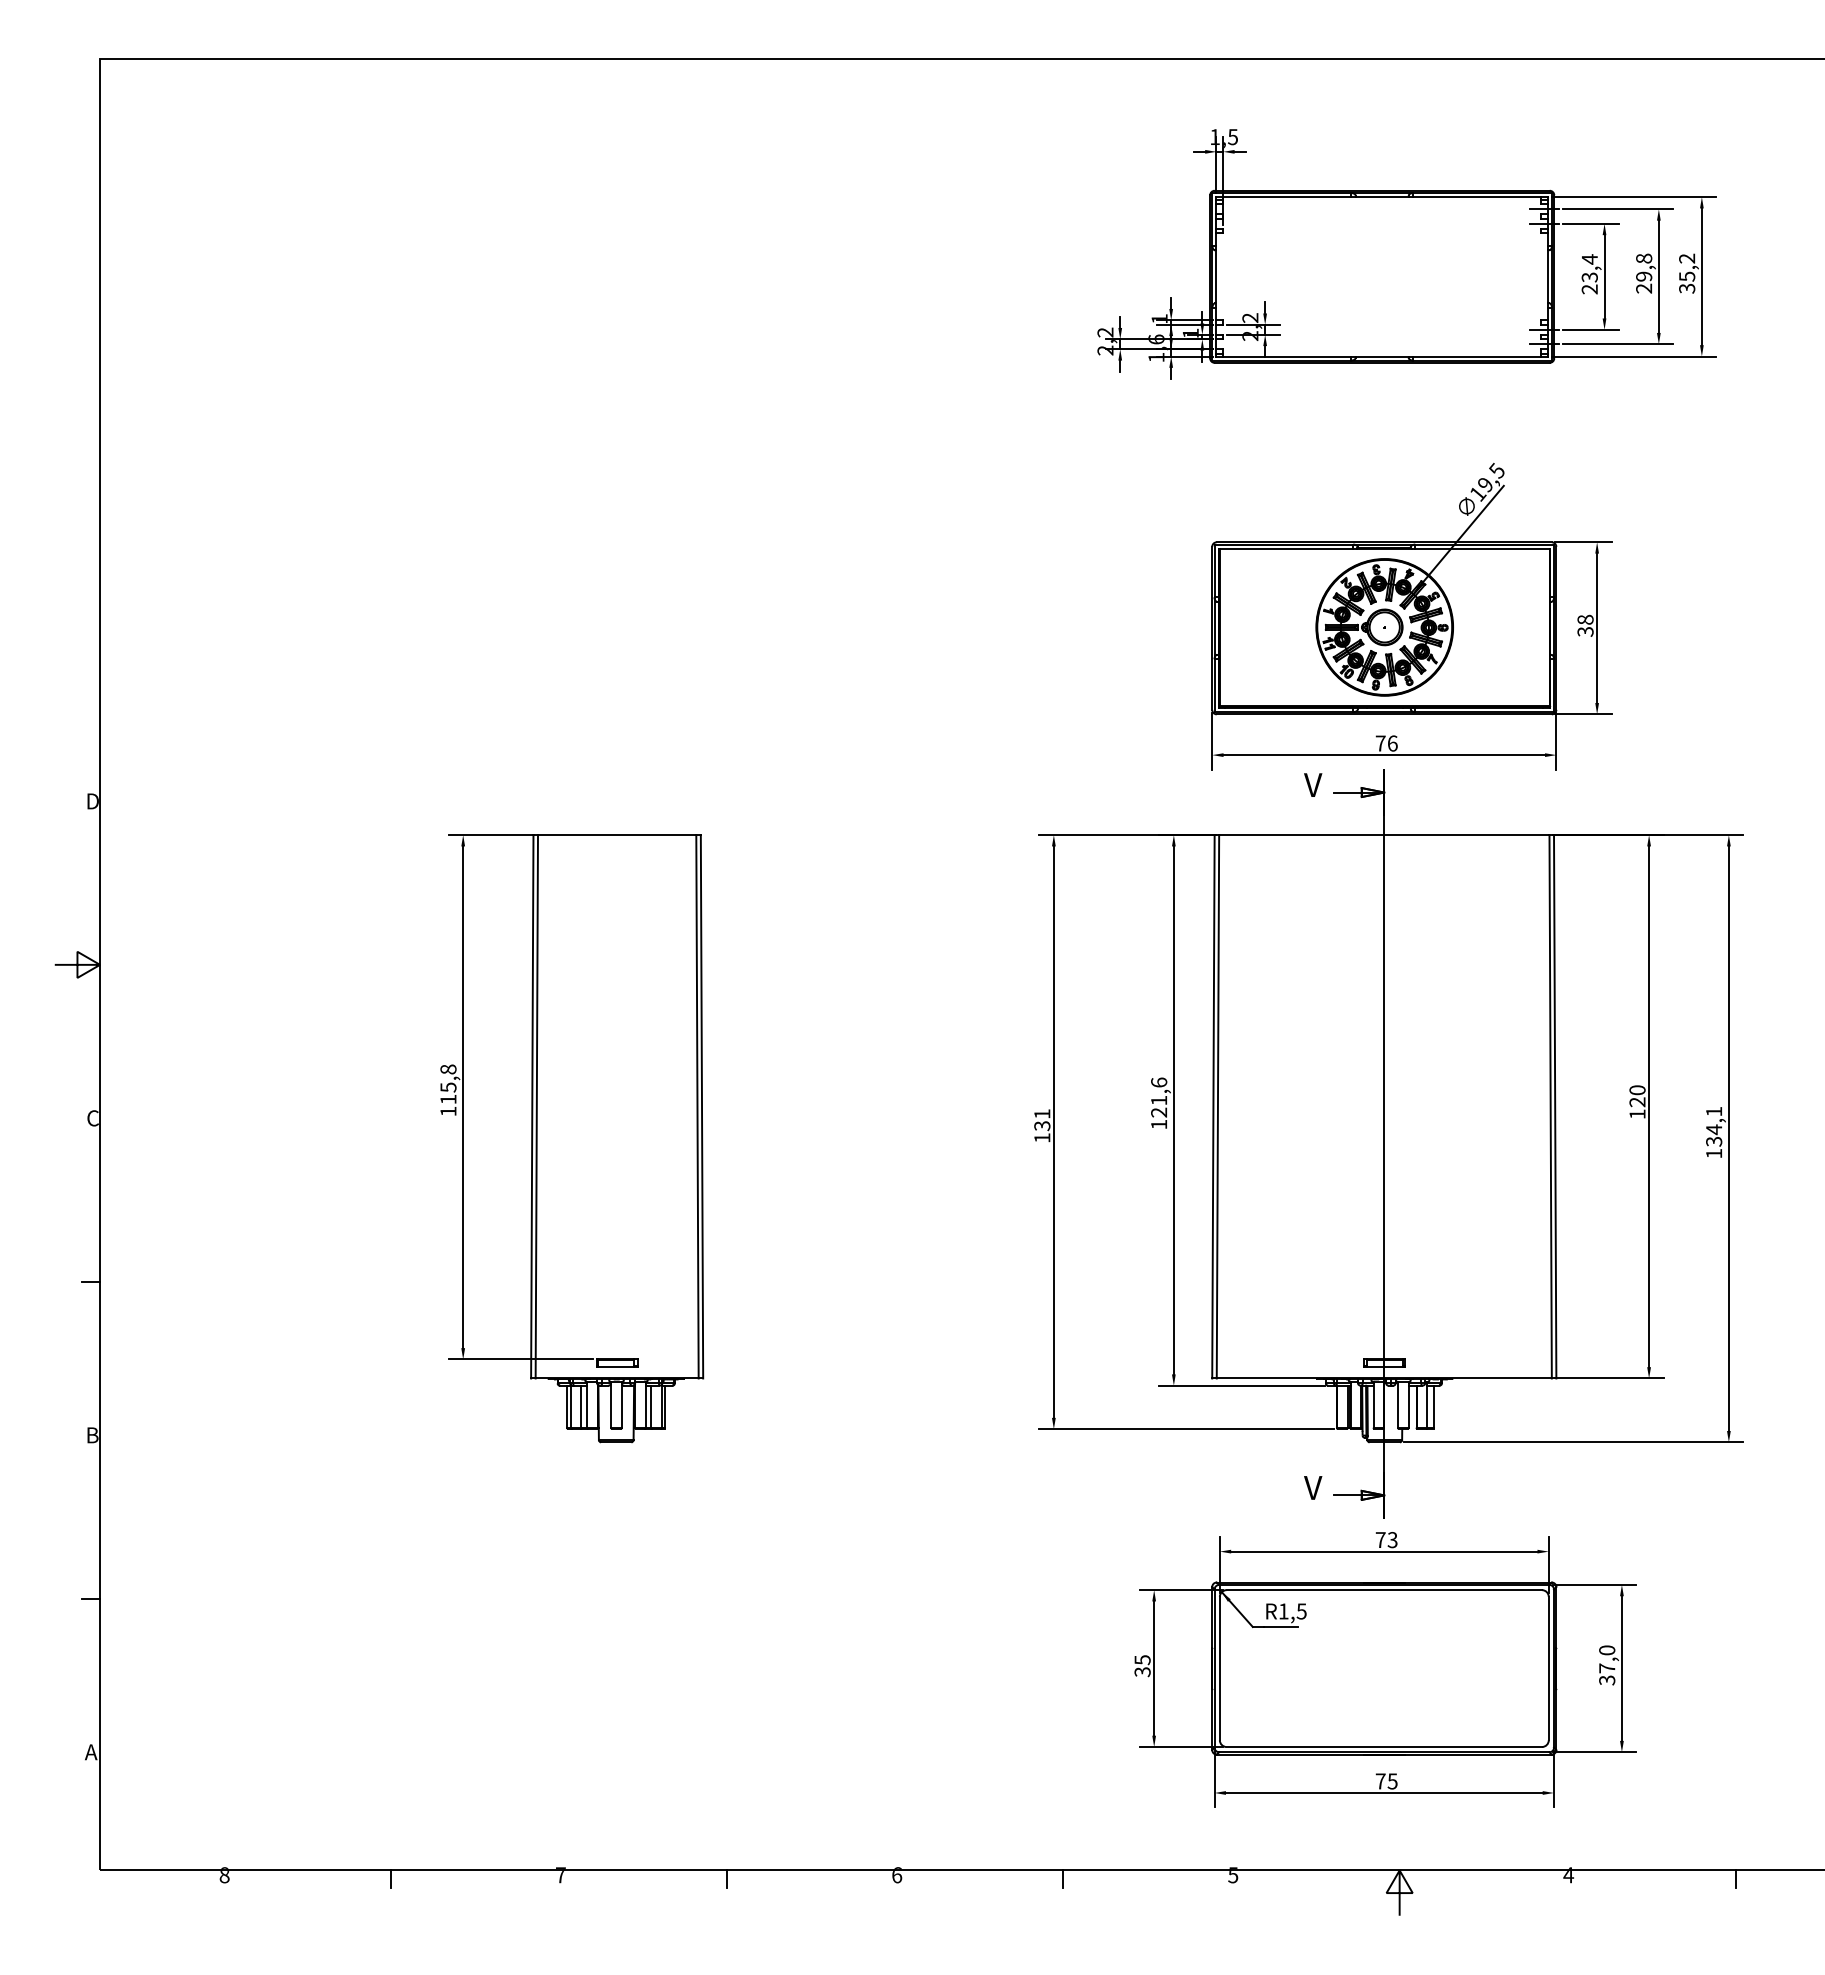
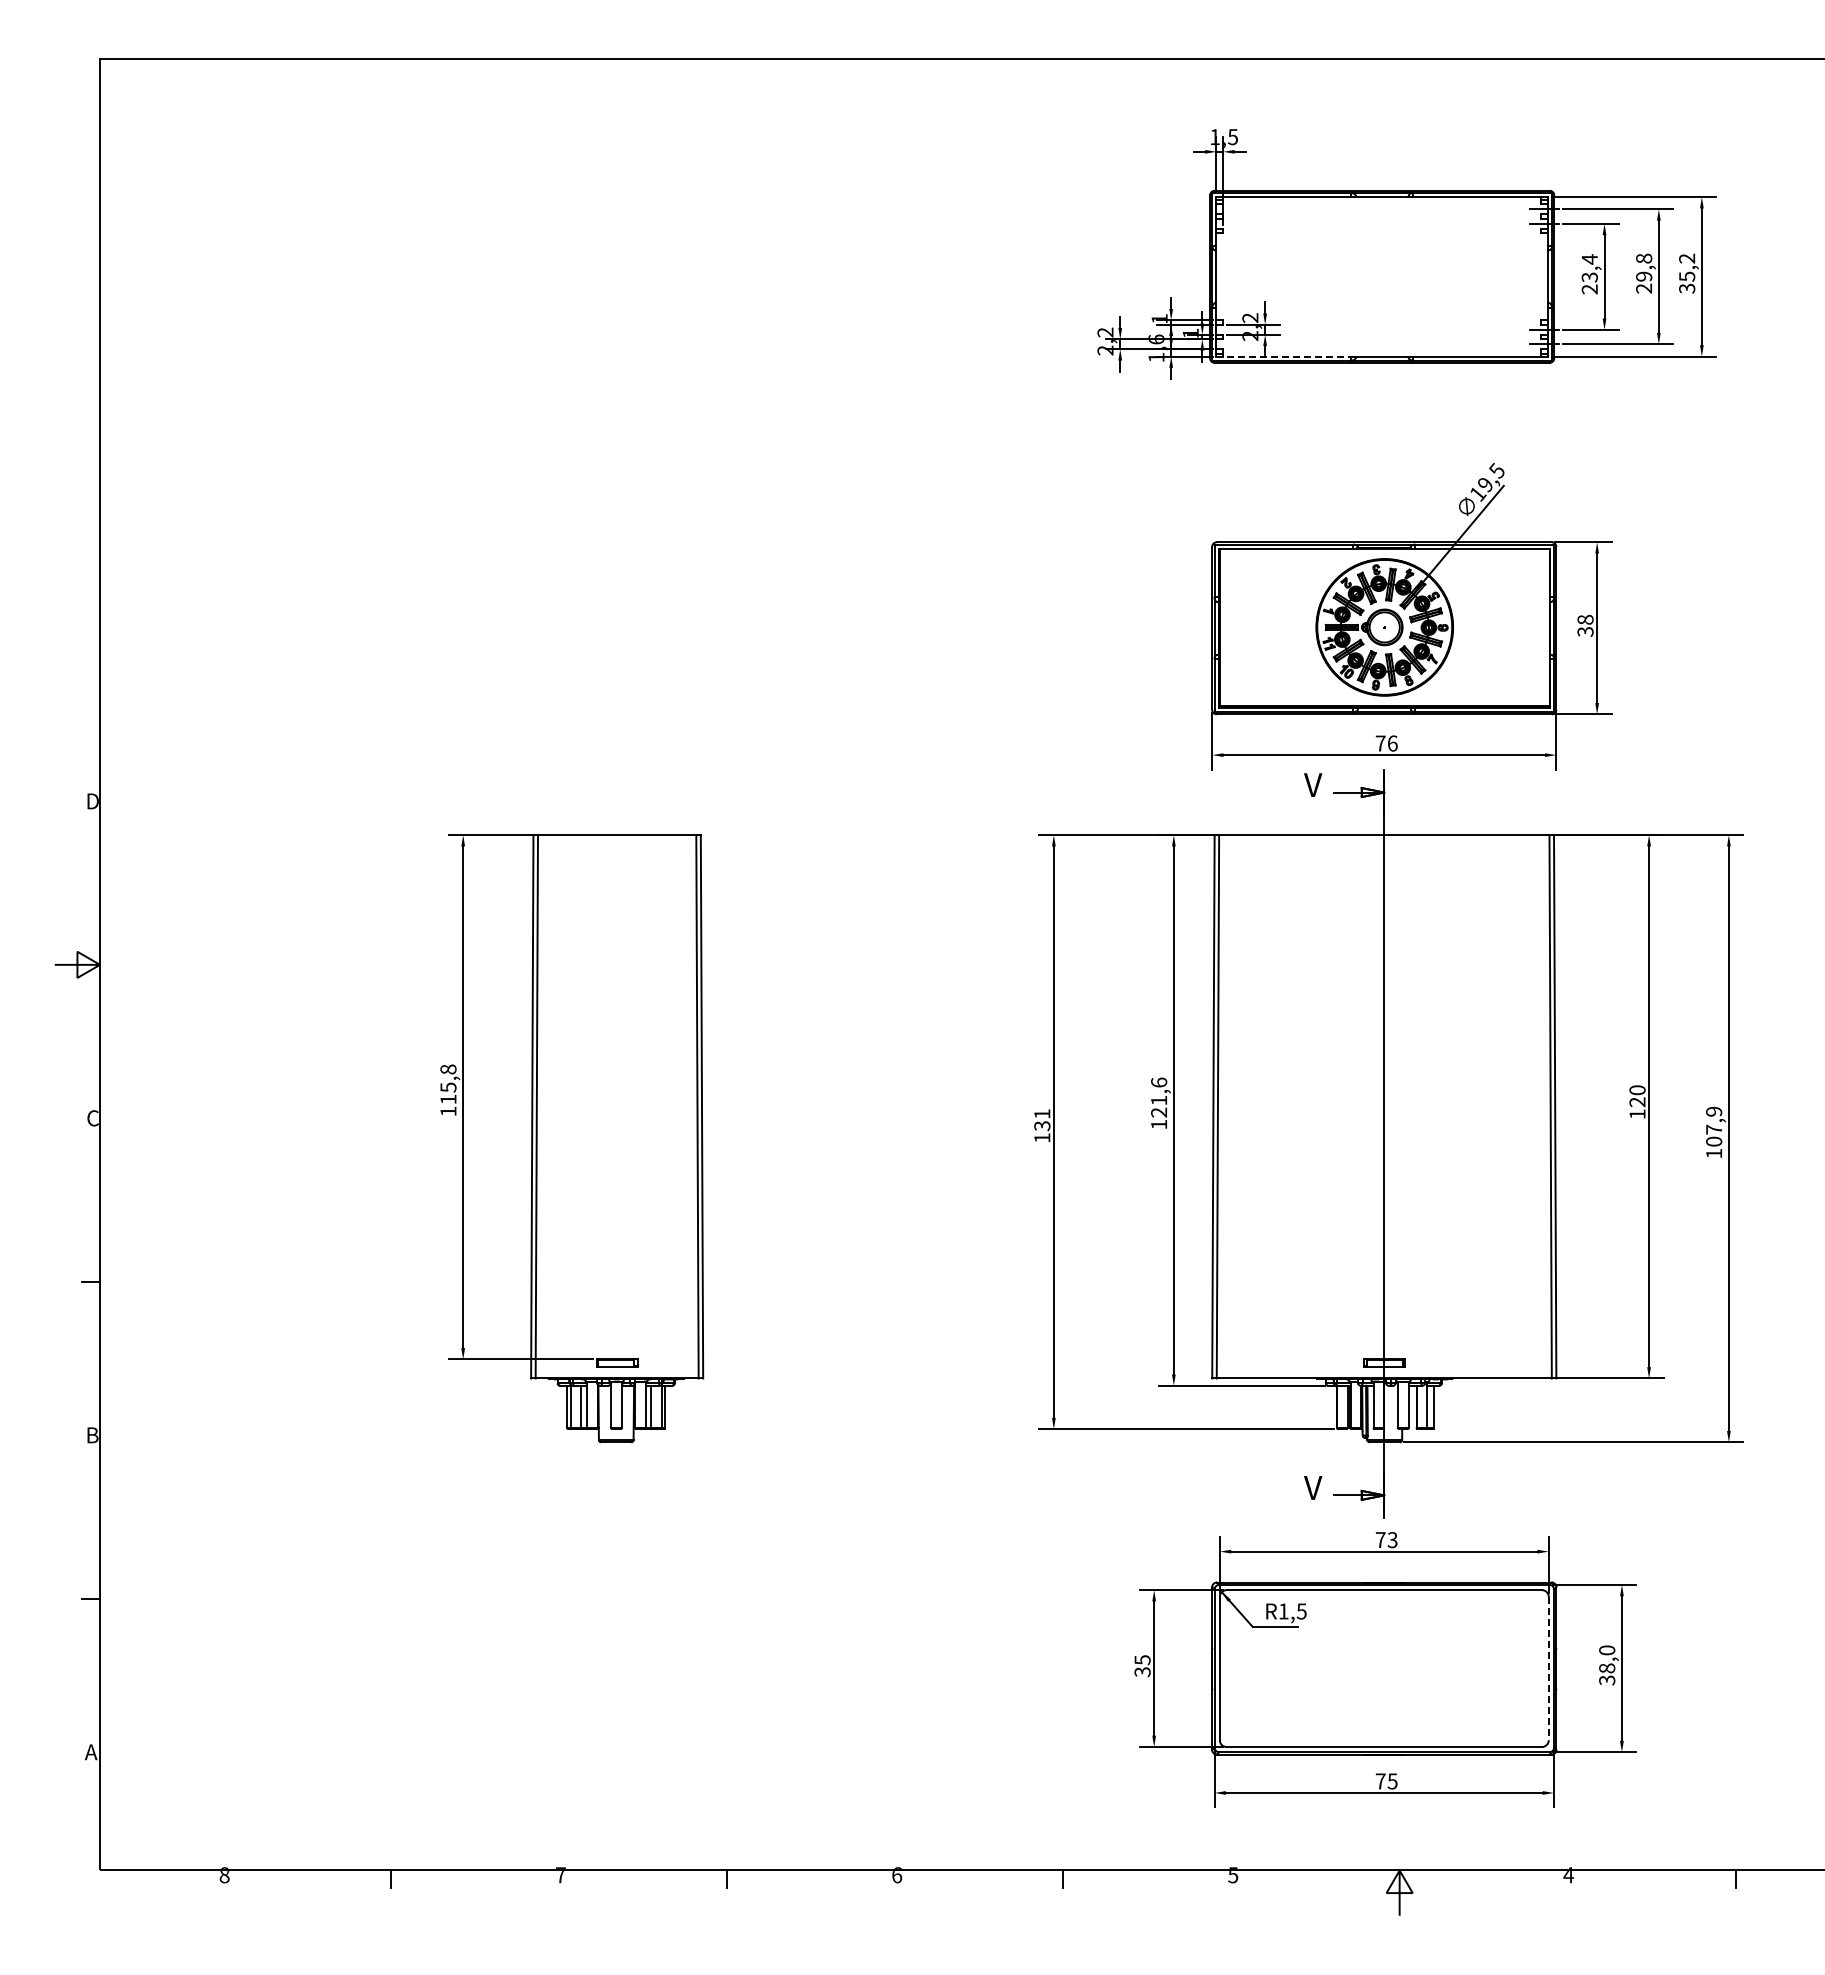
line at (1284, 356): solid -> dashed
text at (1714, 1126): 134,1 -> 107,9
line at (1548, 1668): solid -> dashed
text at (1607, 1668): 37,0 -> 38,0
